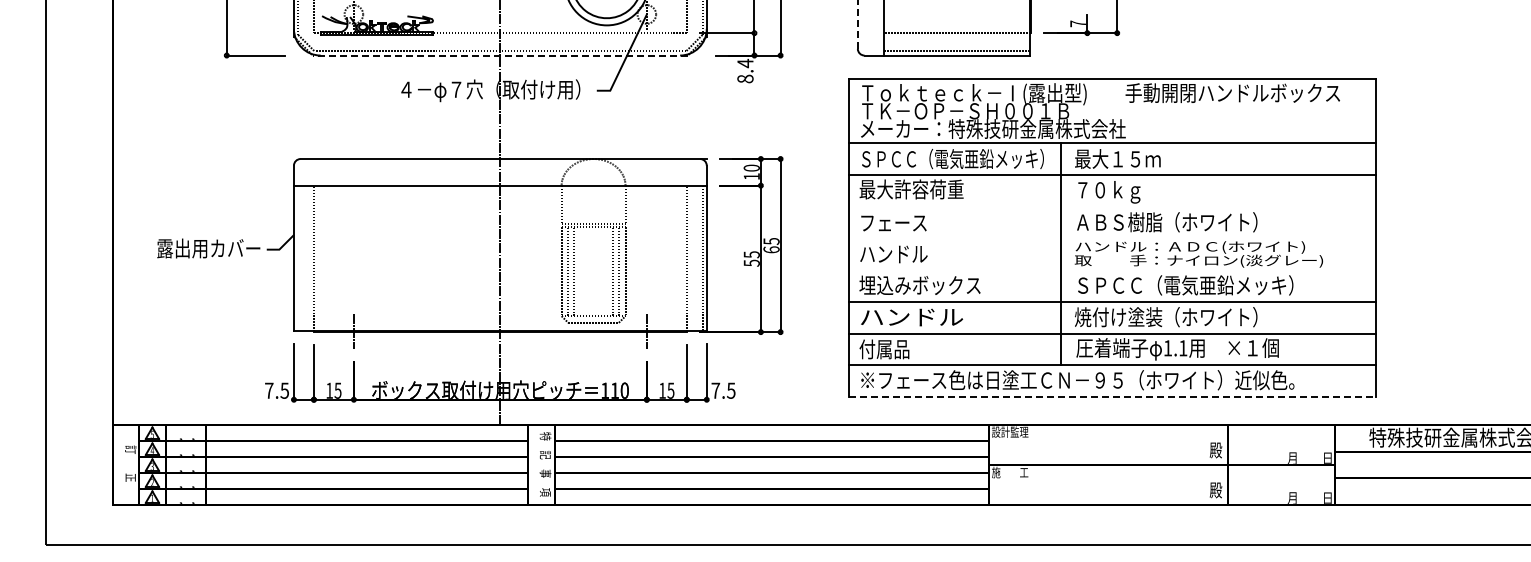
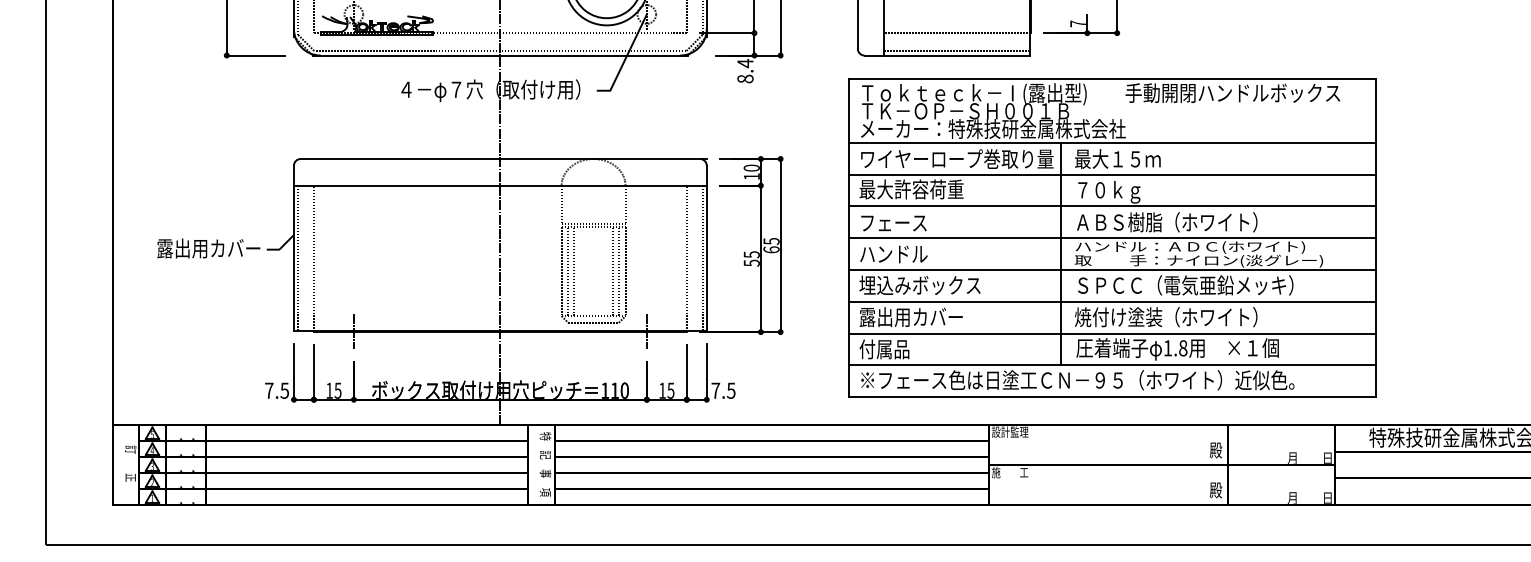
line at (857, 24): dashed -> solid
line at (500, 55): dashed -> solid
text at (957, 158): ＳＰＣＣ（電気亜鉛メッキ） -> ワイヤーロープ巻取り量
line at (1112, 206): none -> present
line at (1112, 238): none -> present
line at (298, 257): none -> present
line at (1112, 269): none -> present
text at (911, 317): ハンドル -> 露出用カバー
text at (1183, 348): 1.1 -> 1.8
line at (1113, 397): dashed -> solid
